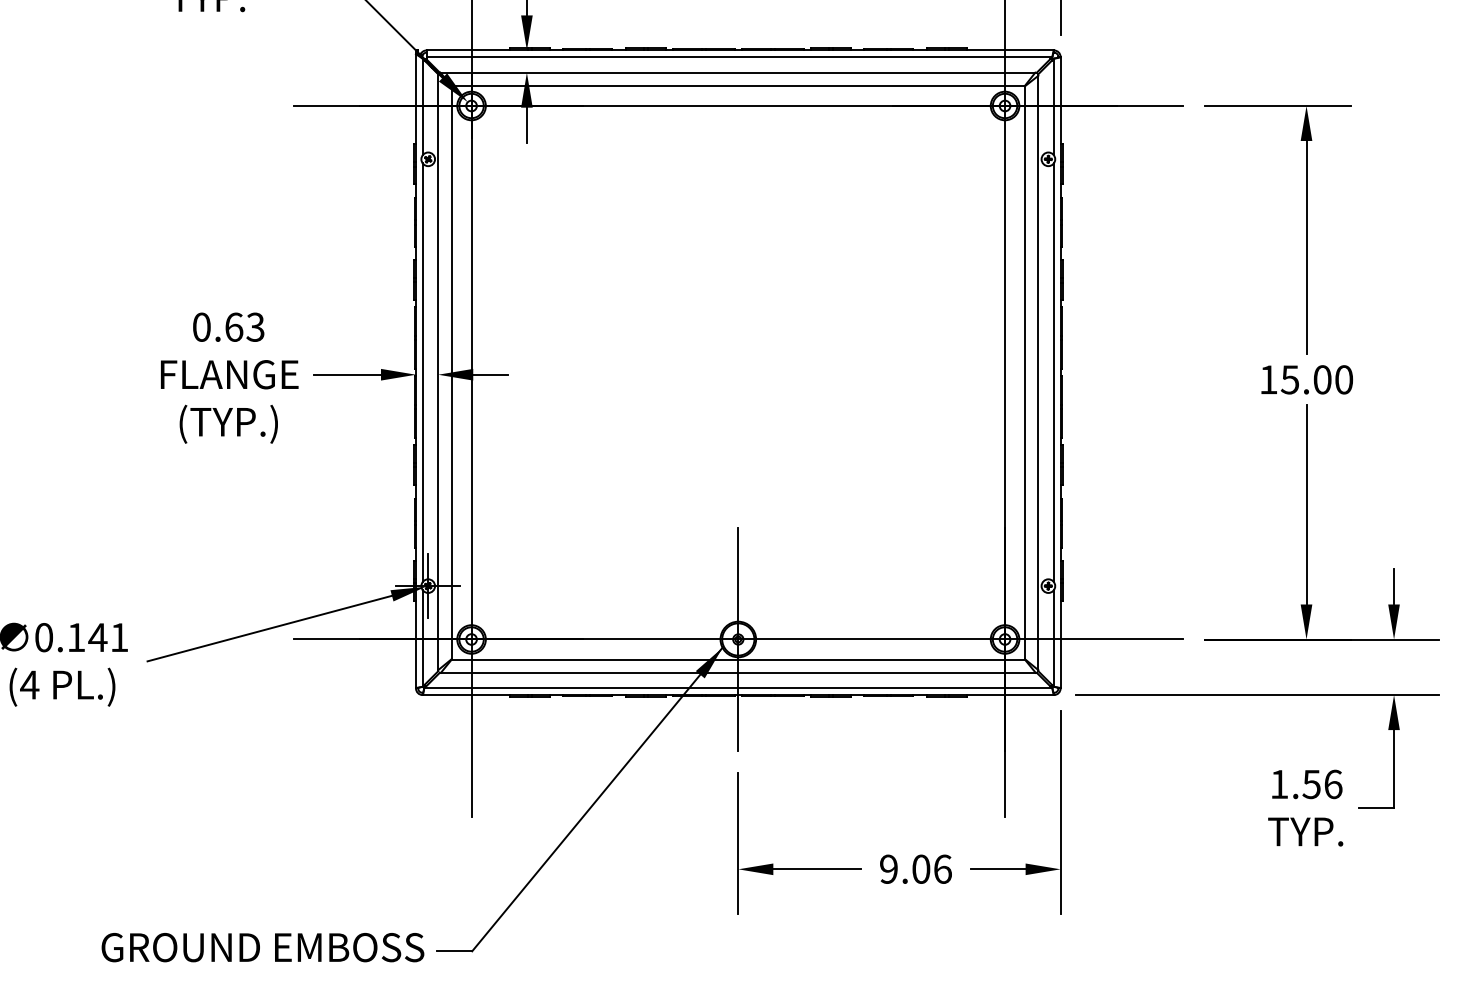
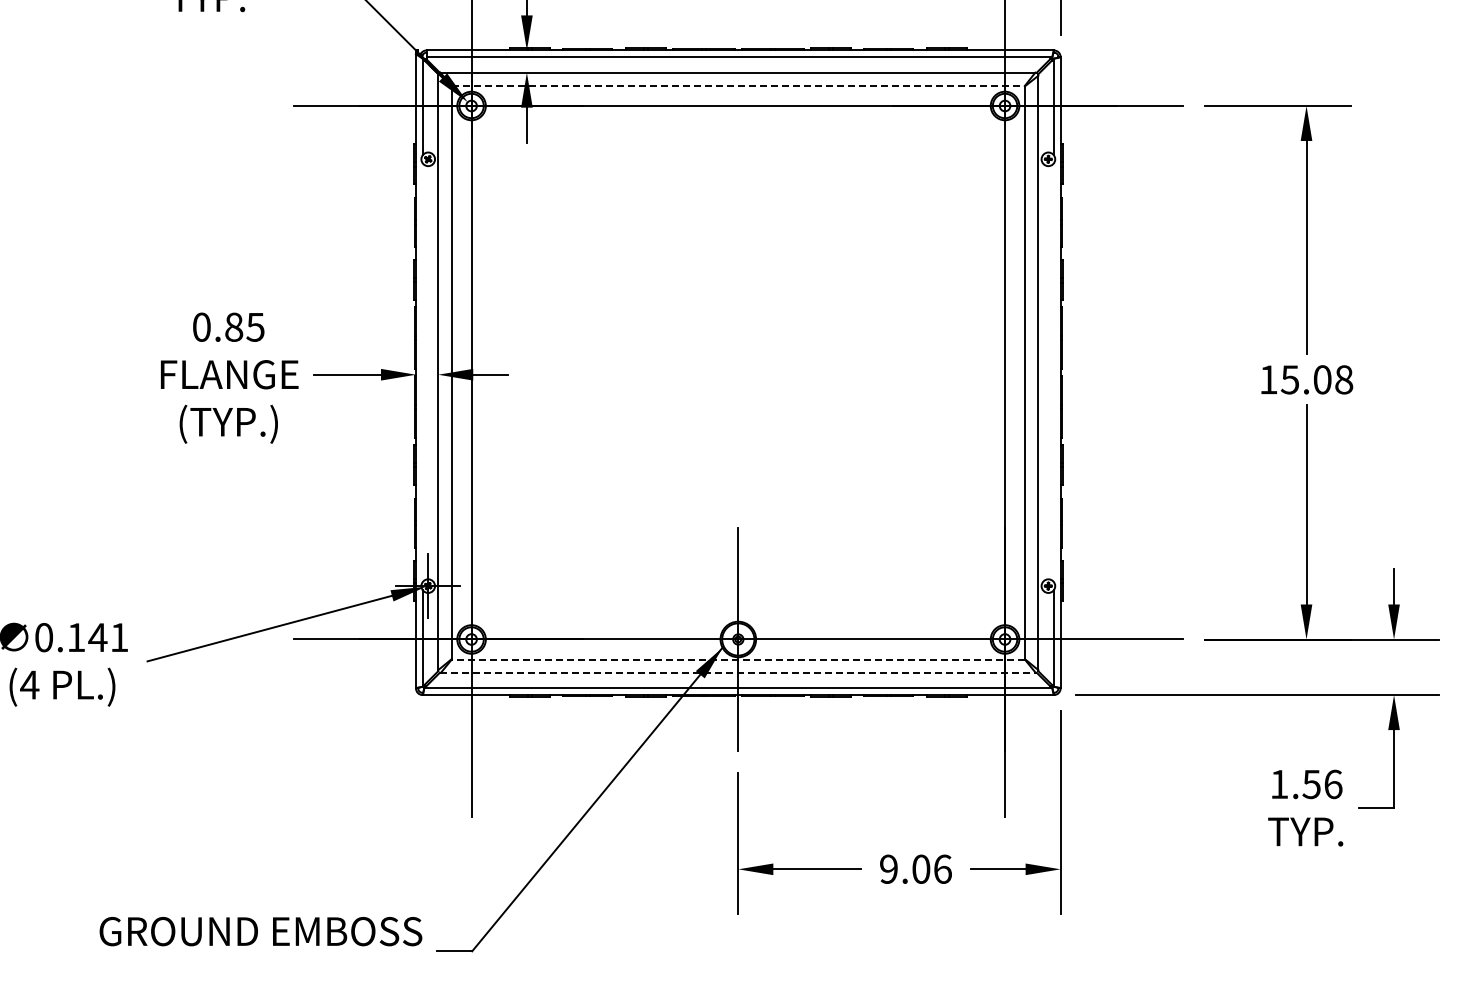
line at (738, 85): solid -> dashed
text at (244, 326): 0.63 -> 0.85
line at (422, 372): present -> none
line at (1053, 372): present -> none
text at (1344, 379): 15.00 -> 15.08
line at (738, 659): solid -> dashed
line at (738, 672): solid -> dashed
text at (262, 947) position: (262, 947) -> (260, 931)
